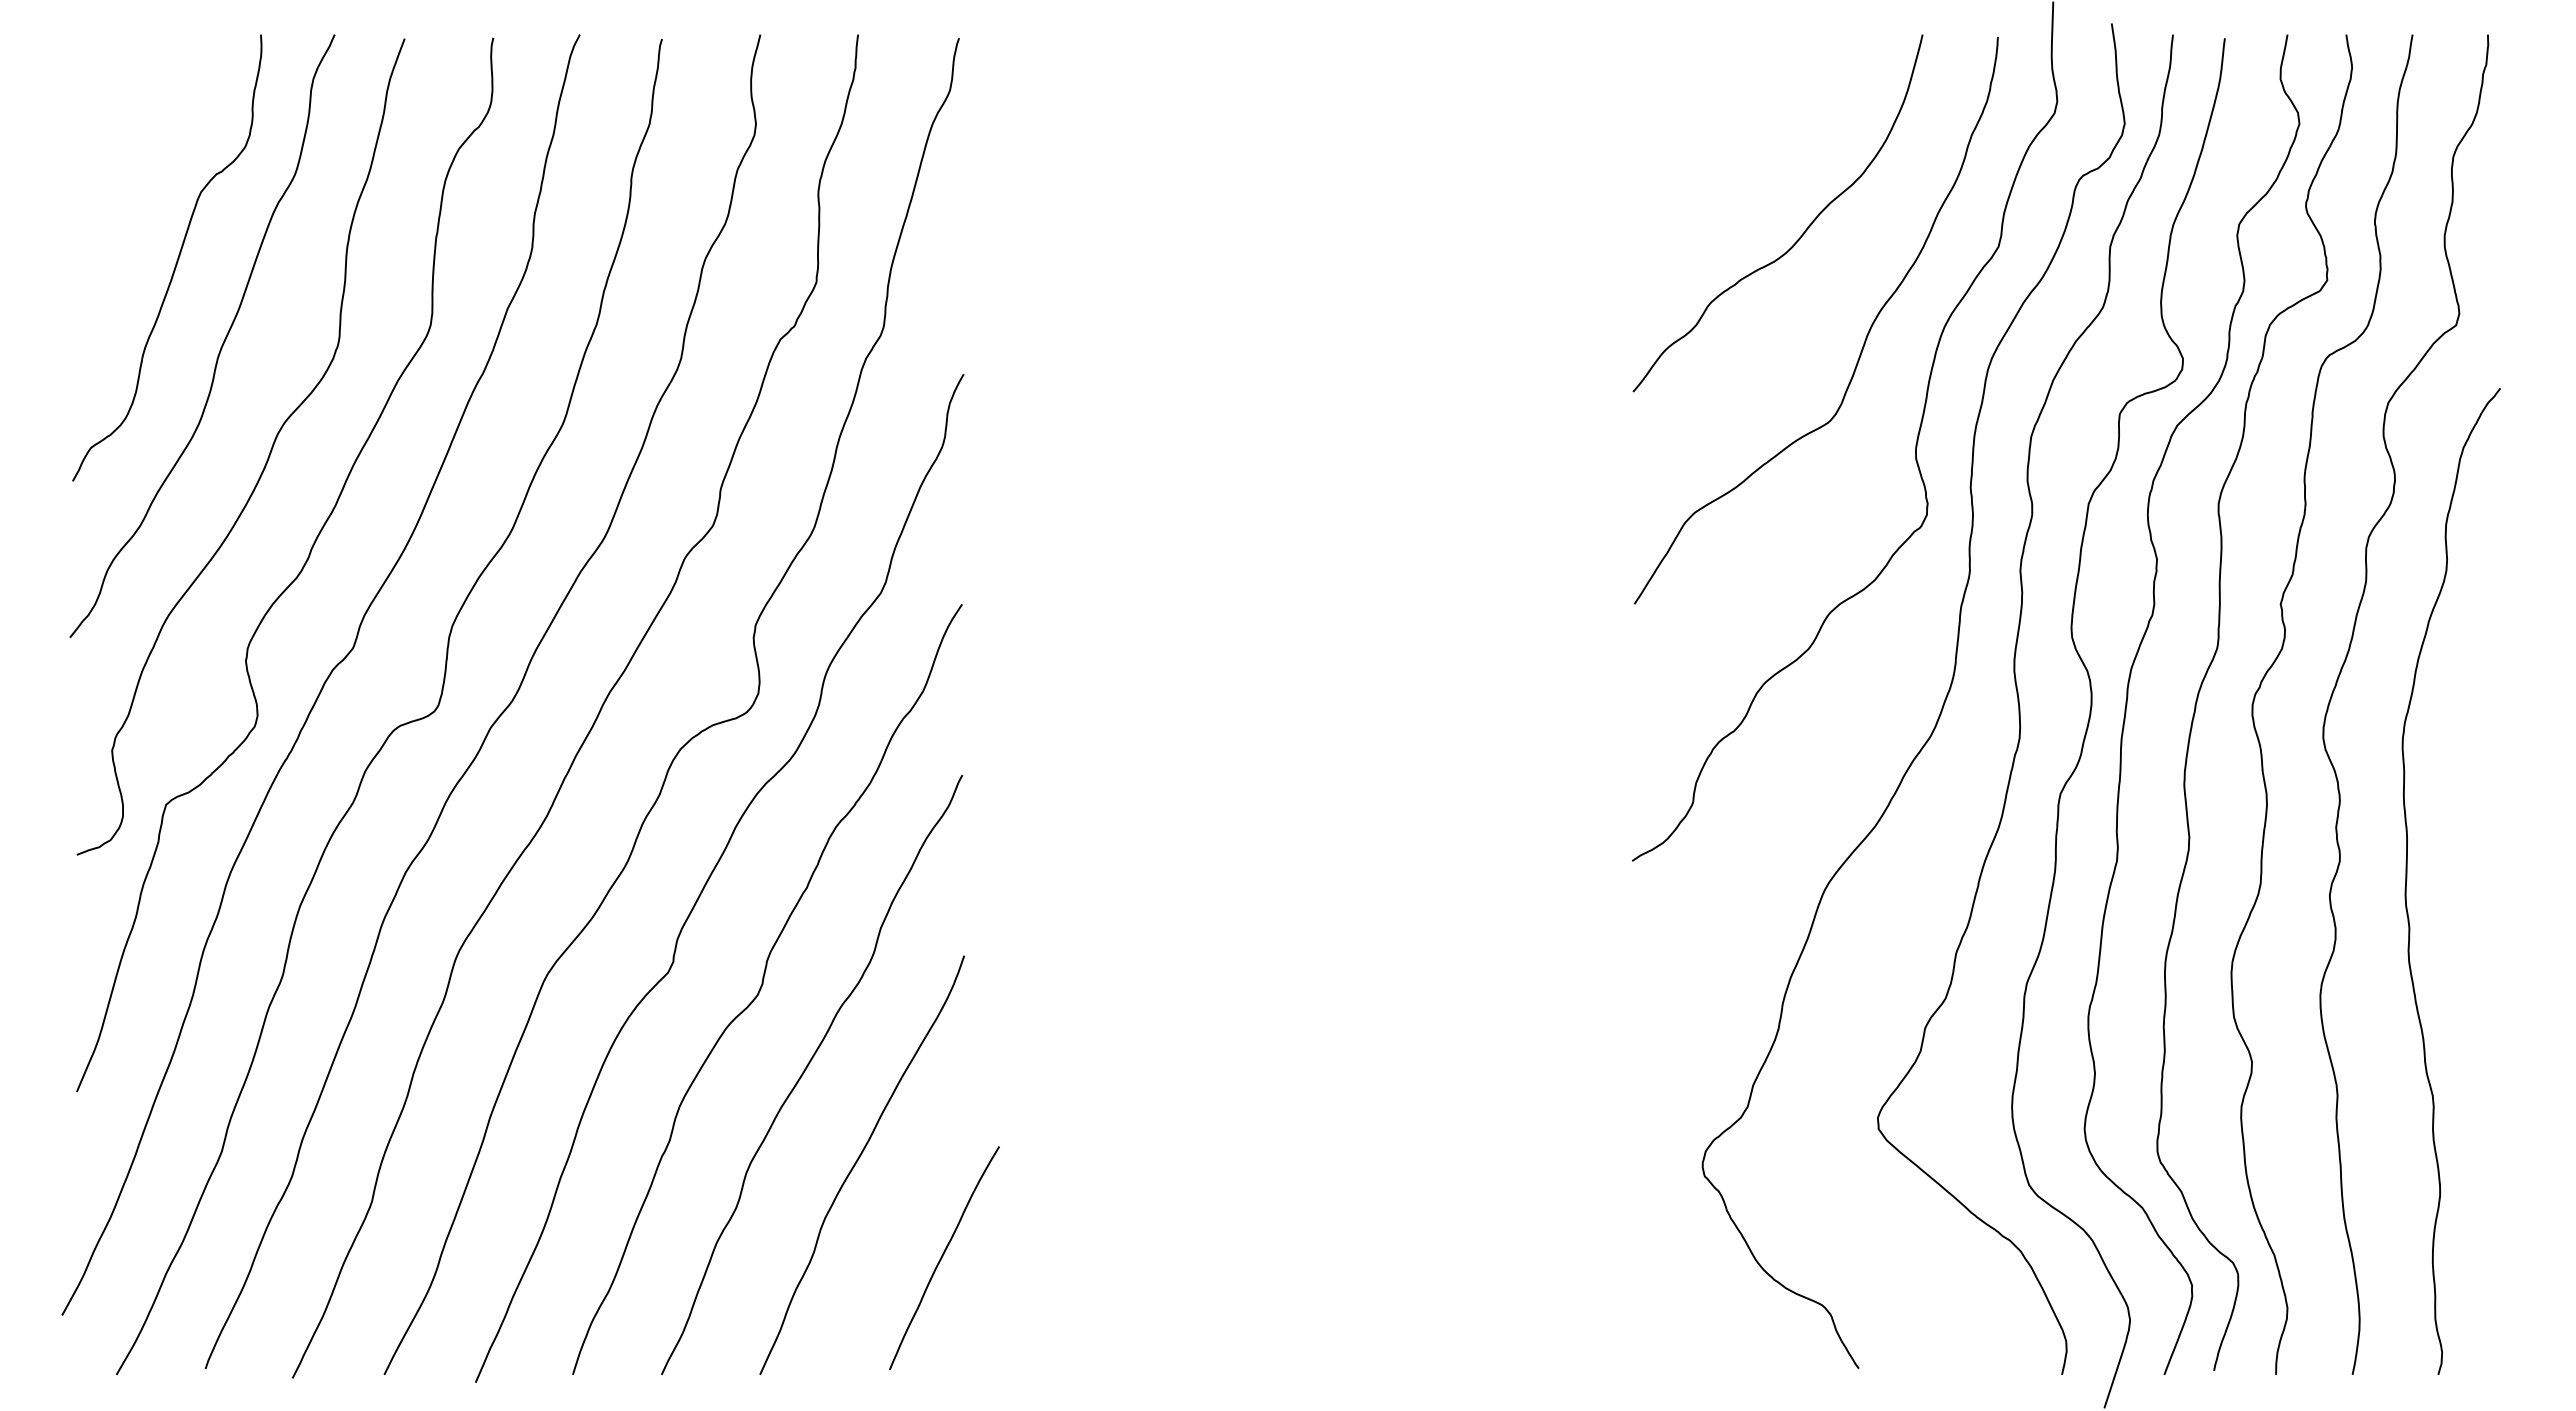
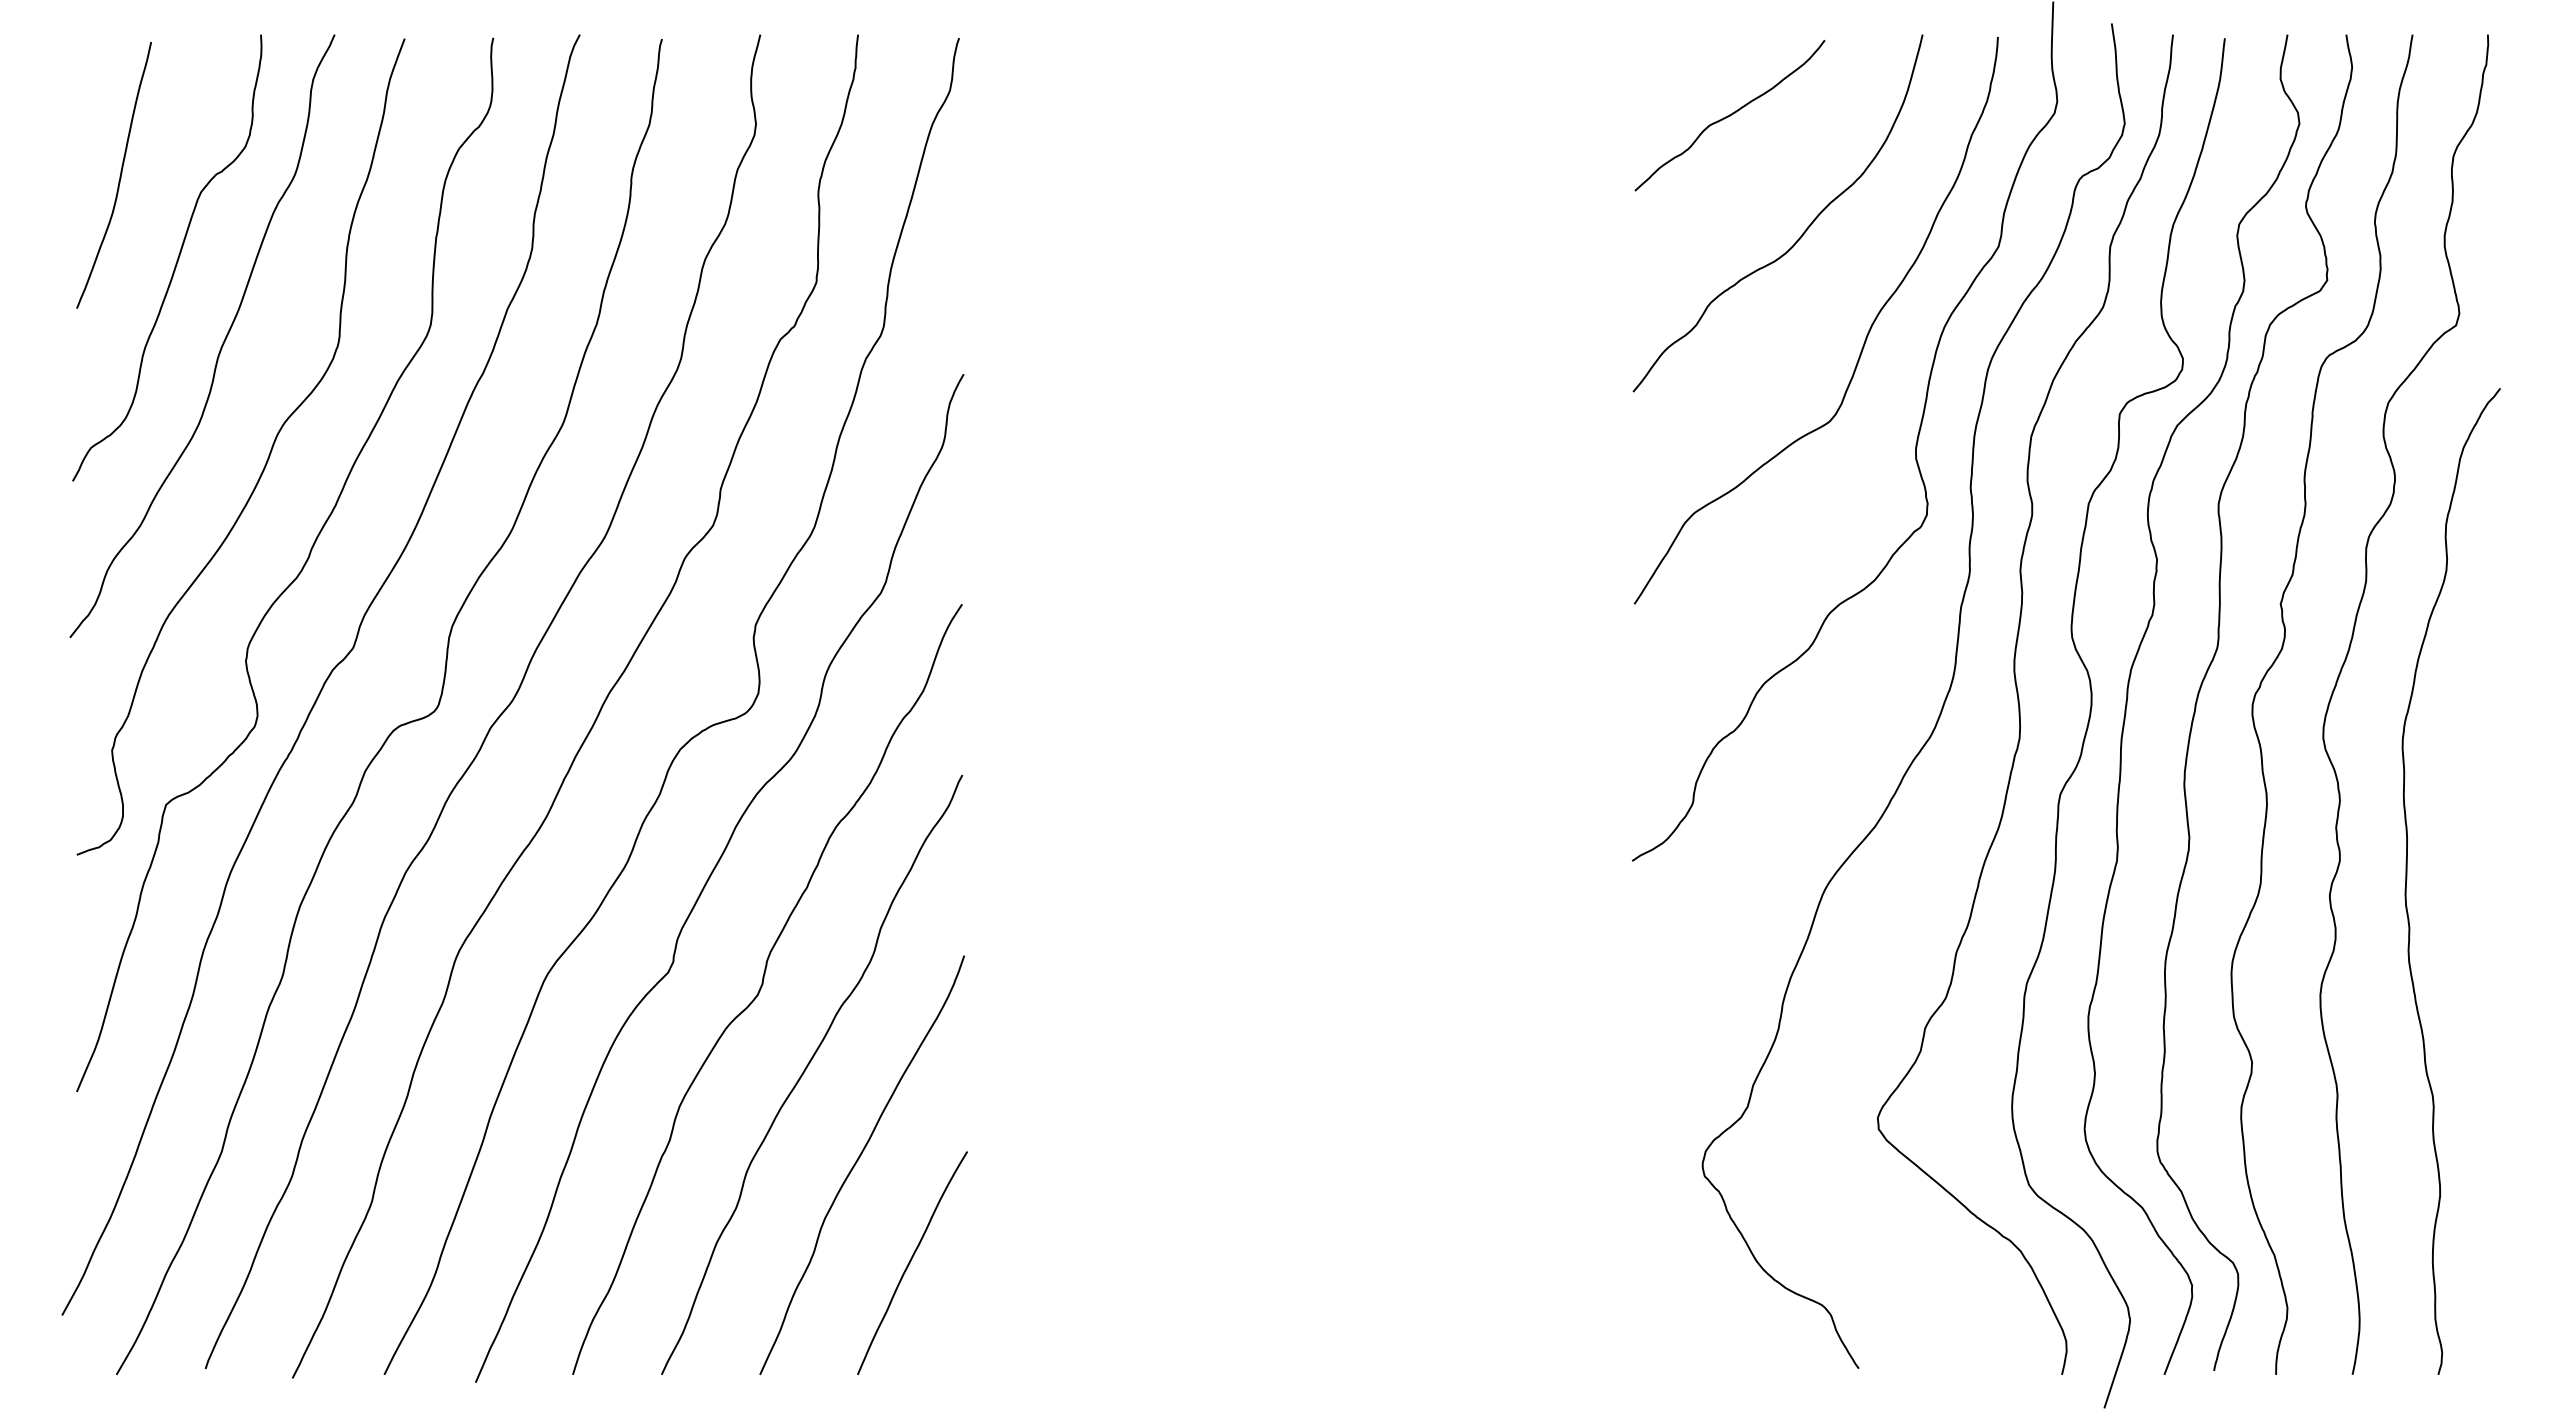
curve at (1729, 115): none -> present
curve at (119, 176): none -> present
curve at (943, 1256) position: (943, 1256) -> (911, 1261)
